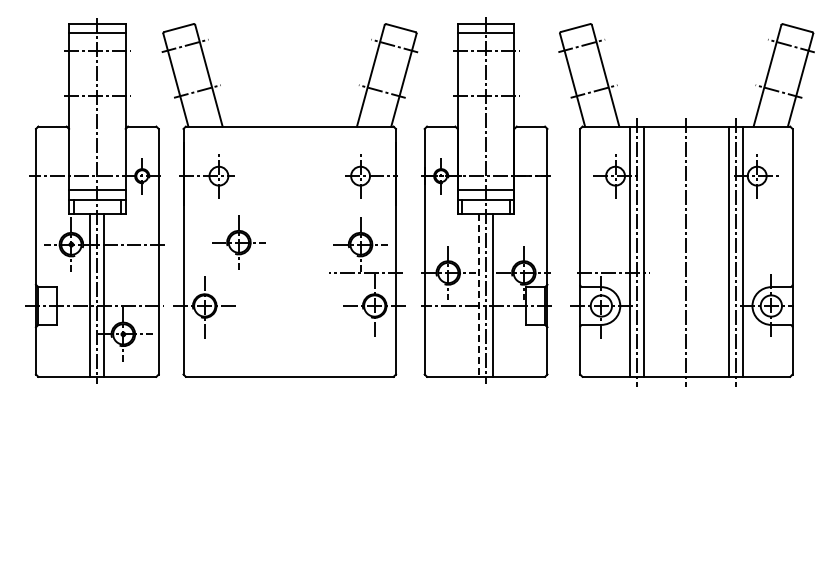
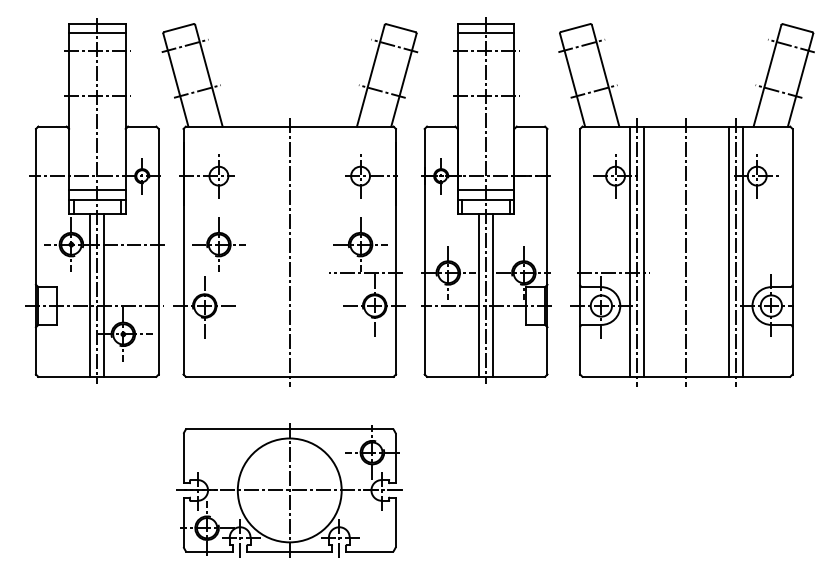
part at (238, 242) position: (238, 242) -> (218, 244)
line at (289, 252): none -> present
line at (479, 295): dashed -> solid
part at (289, 490): none -> present
